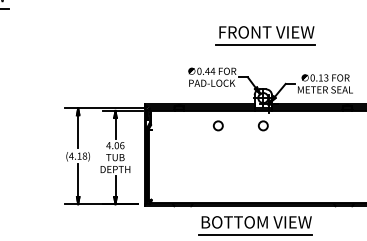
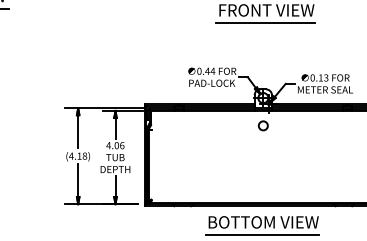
part at (265, 35) position: (265, 35) -> (265, 13)
circle at (218, 125): present -> none
part at (255, 225) position: (255, 225) -> (262, 225)
